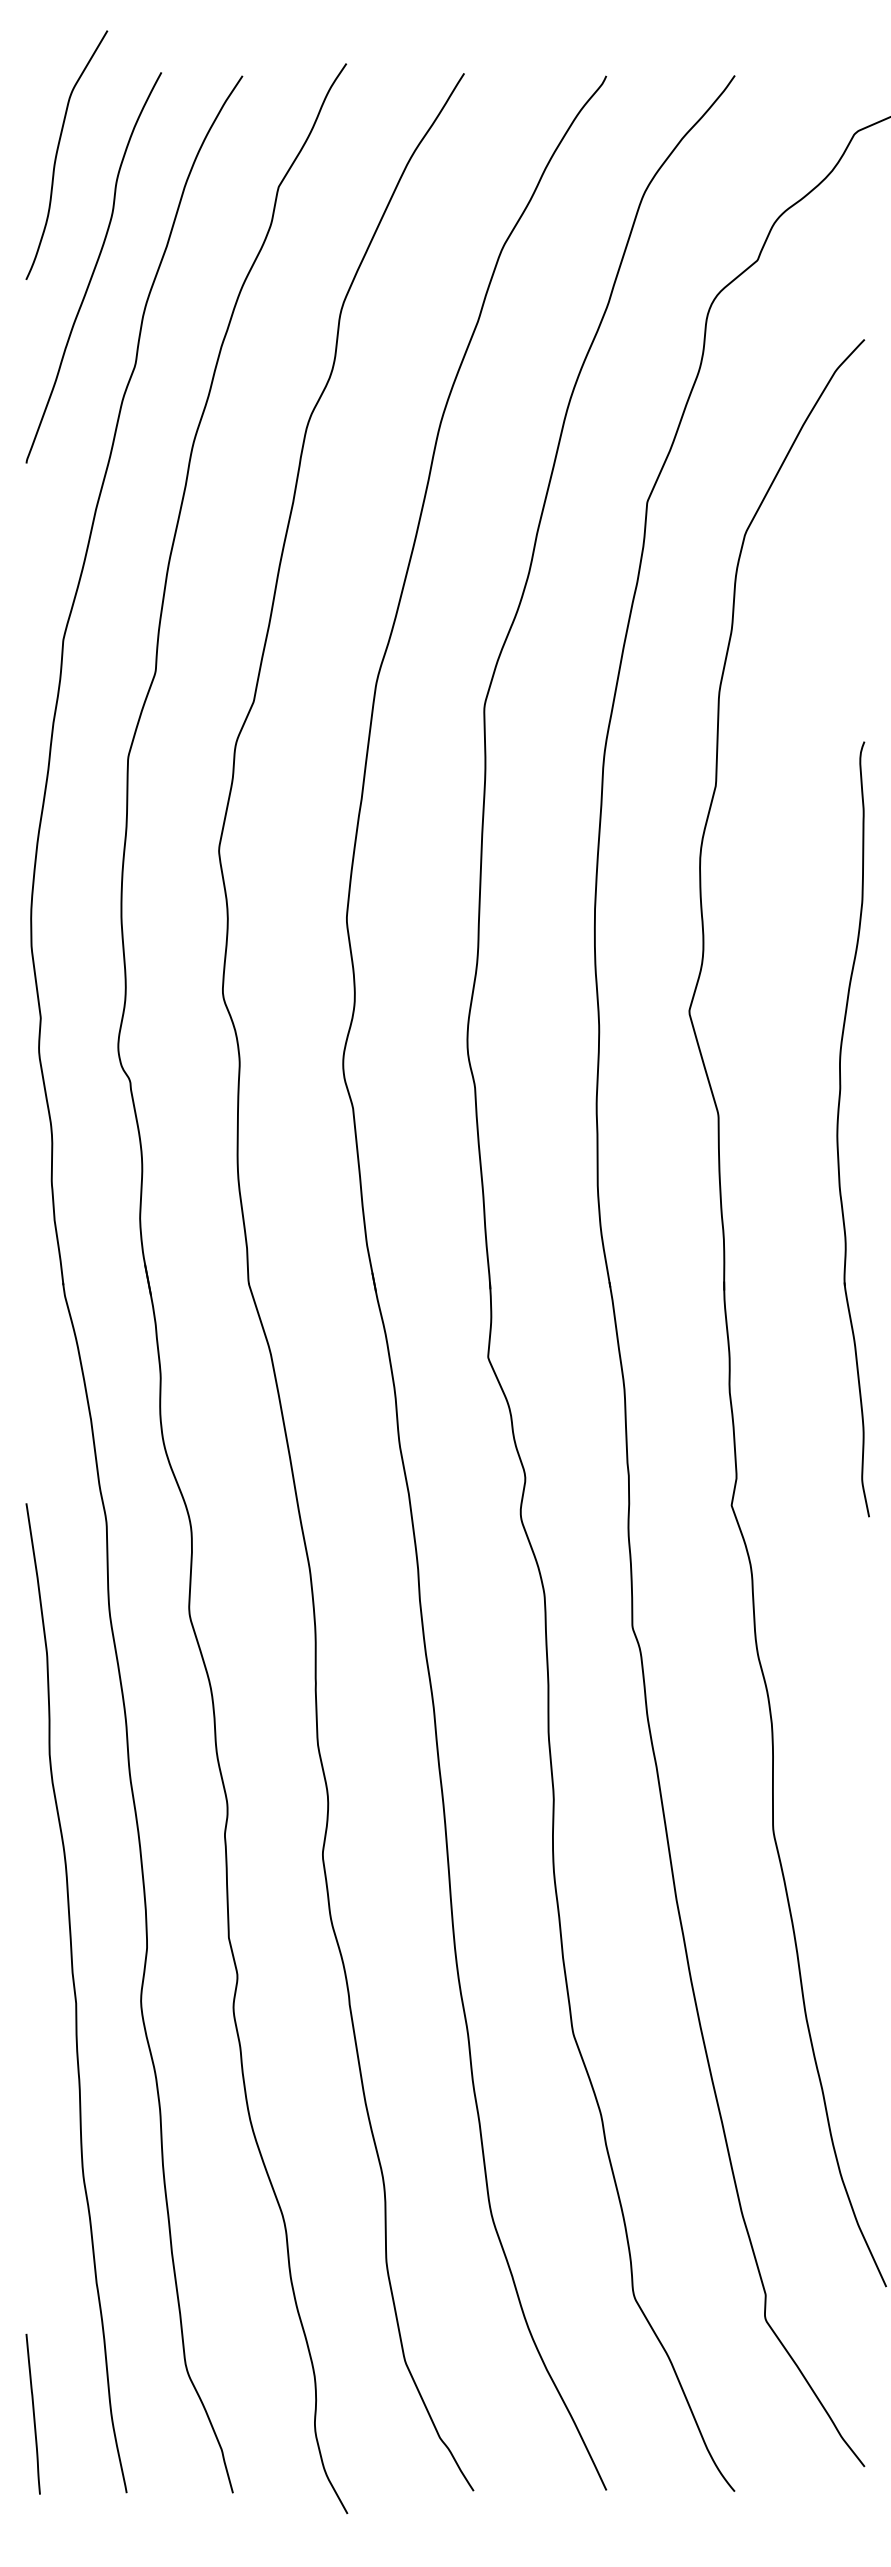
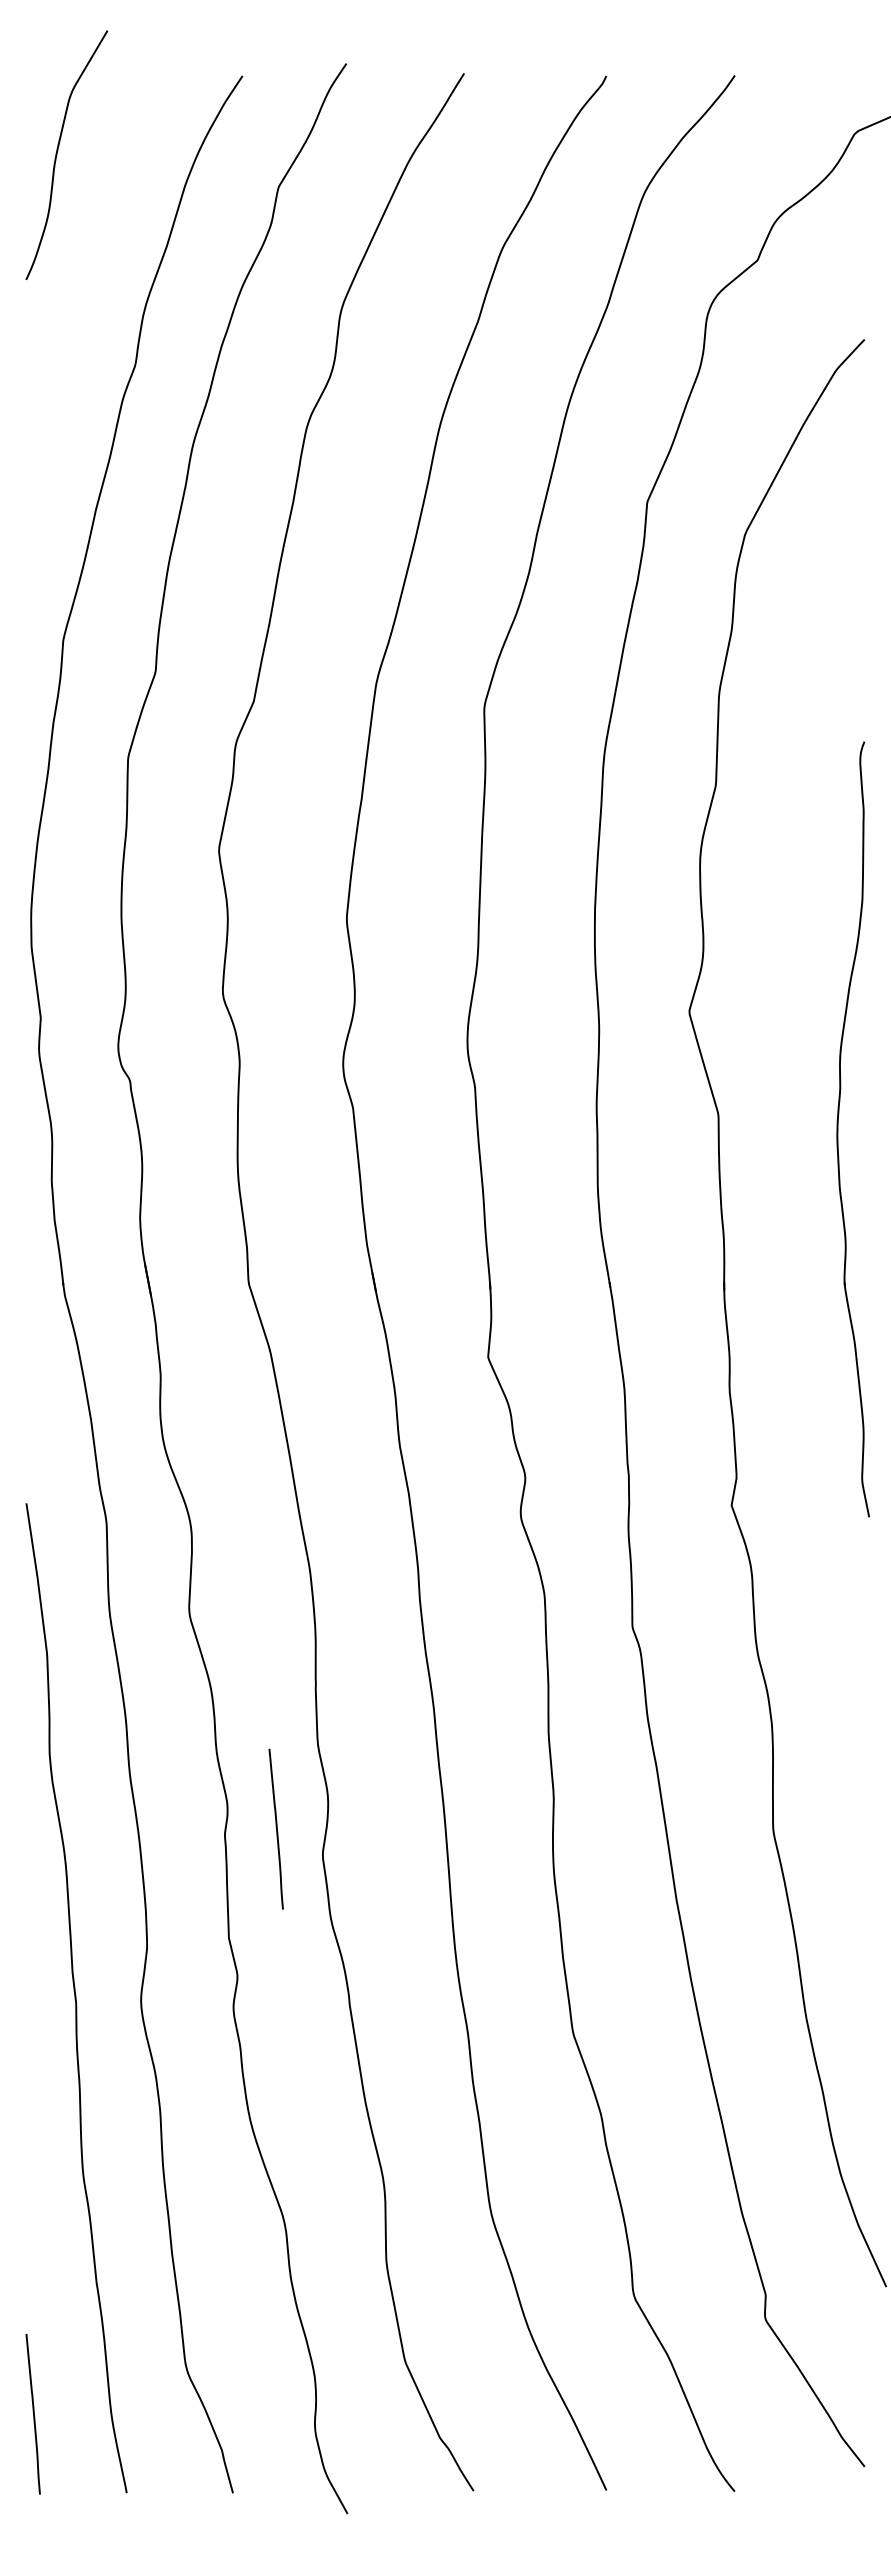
curve at (94, 267): present -> none
curve at (275, 1827): none -> present
